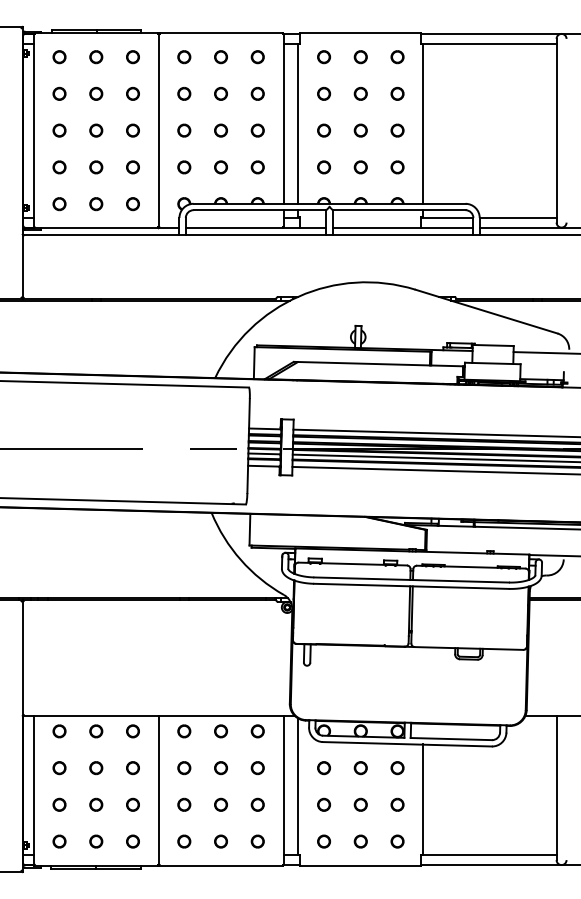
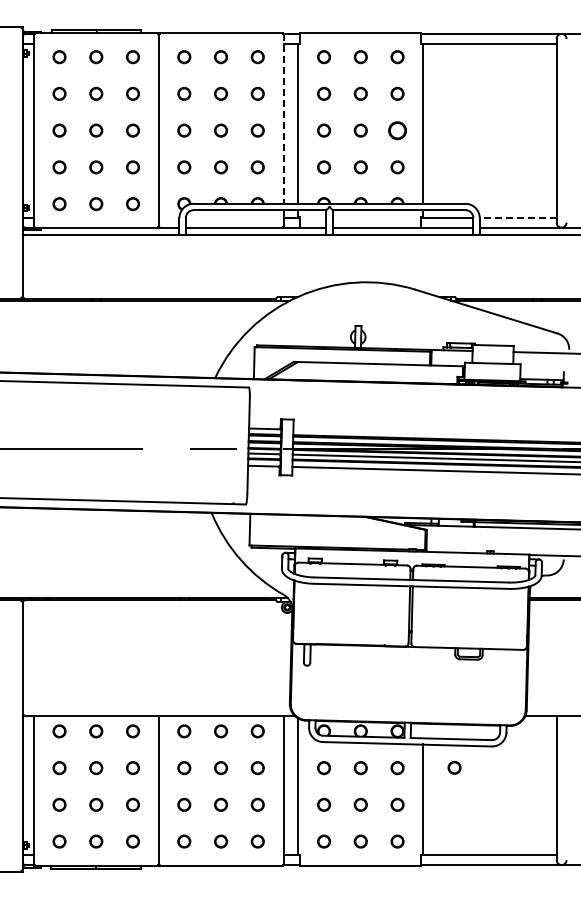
line at (283, 118): solid -> dashed
part at (397, 130) size: 15x15 px -> 19x20 px
line at (517, 217): solid -> dashed
line at (435, 433): present -> none
part at (454, 767): none -> present
